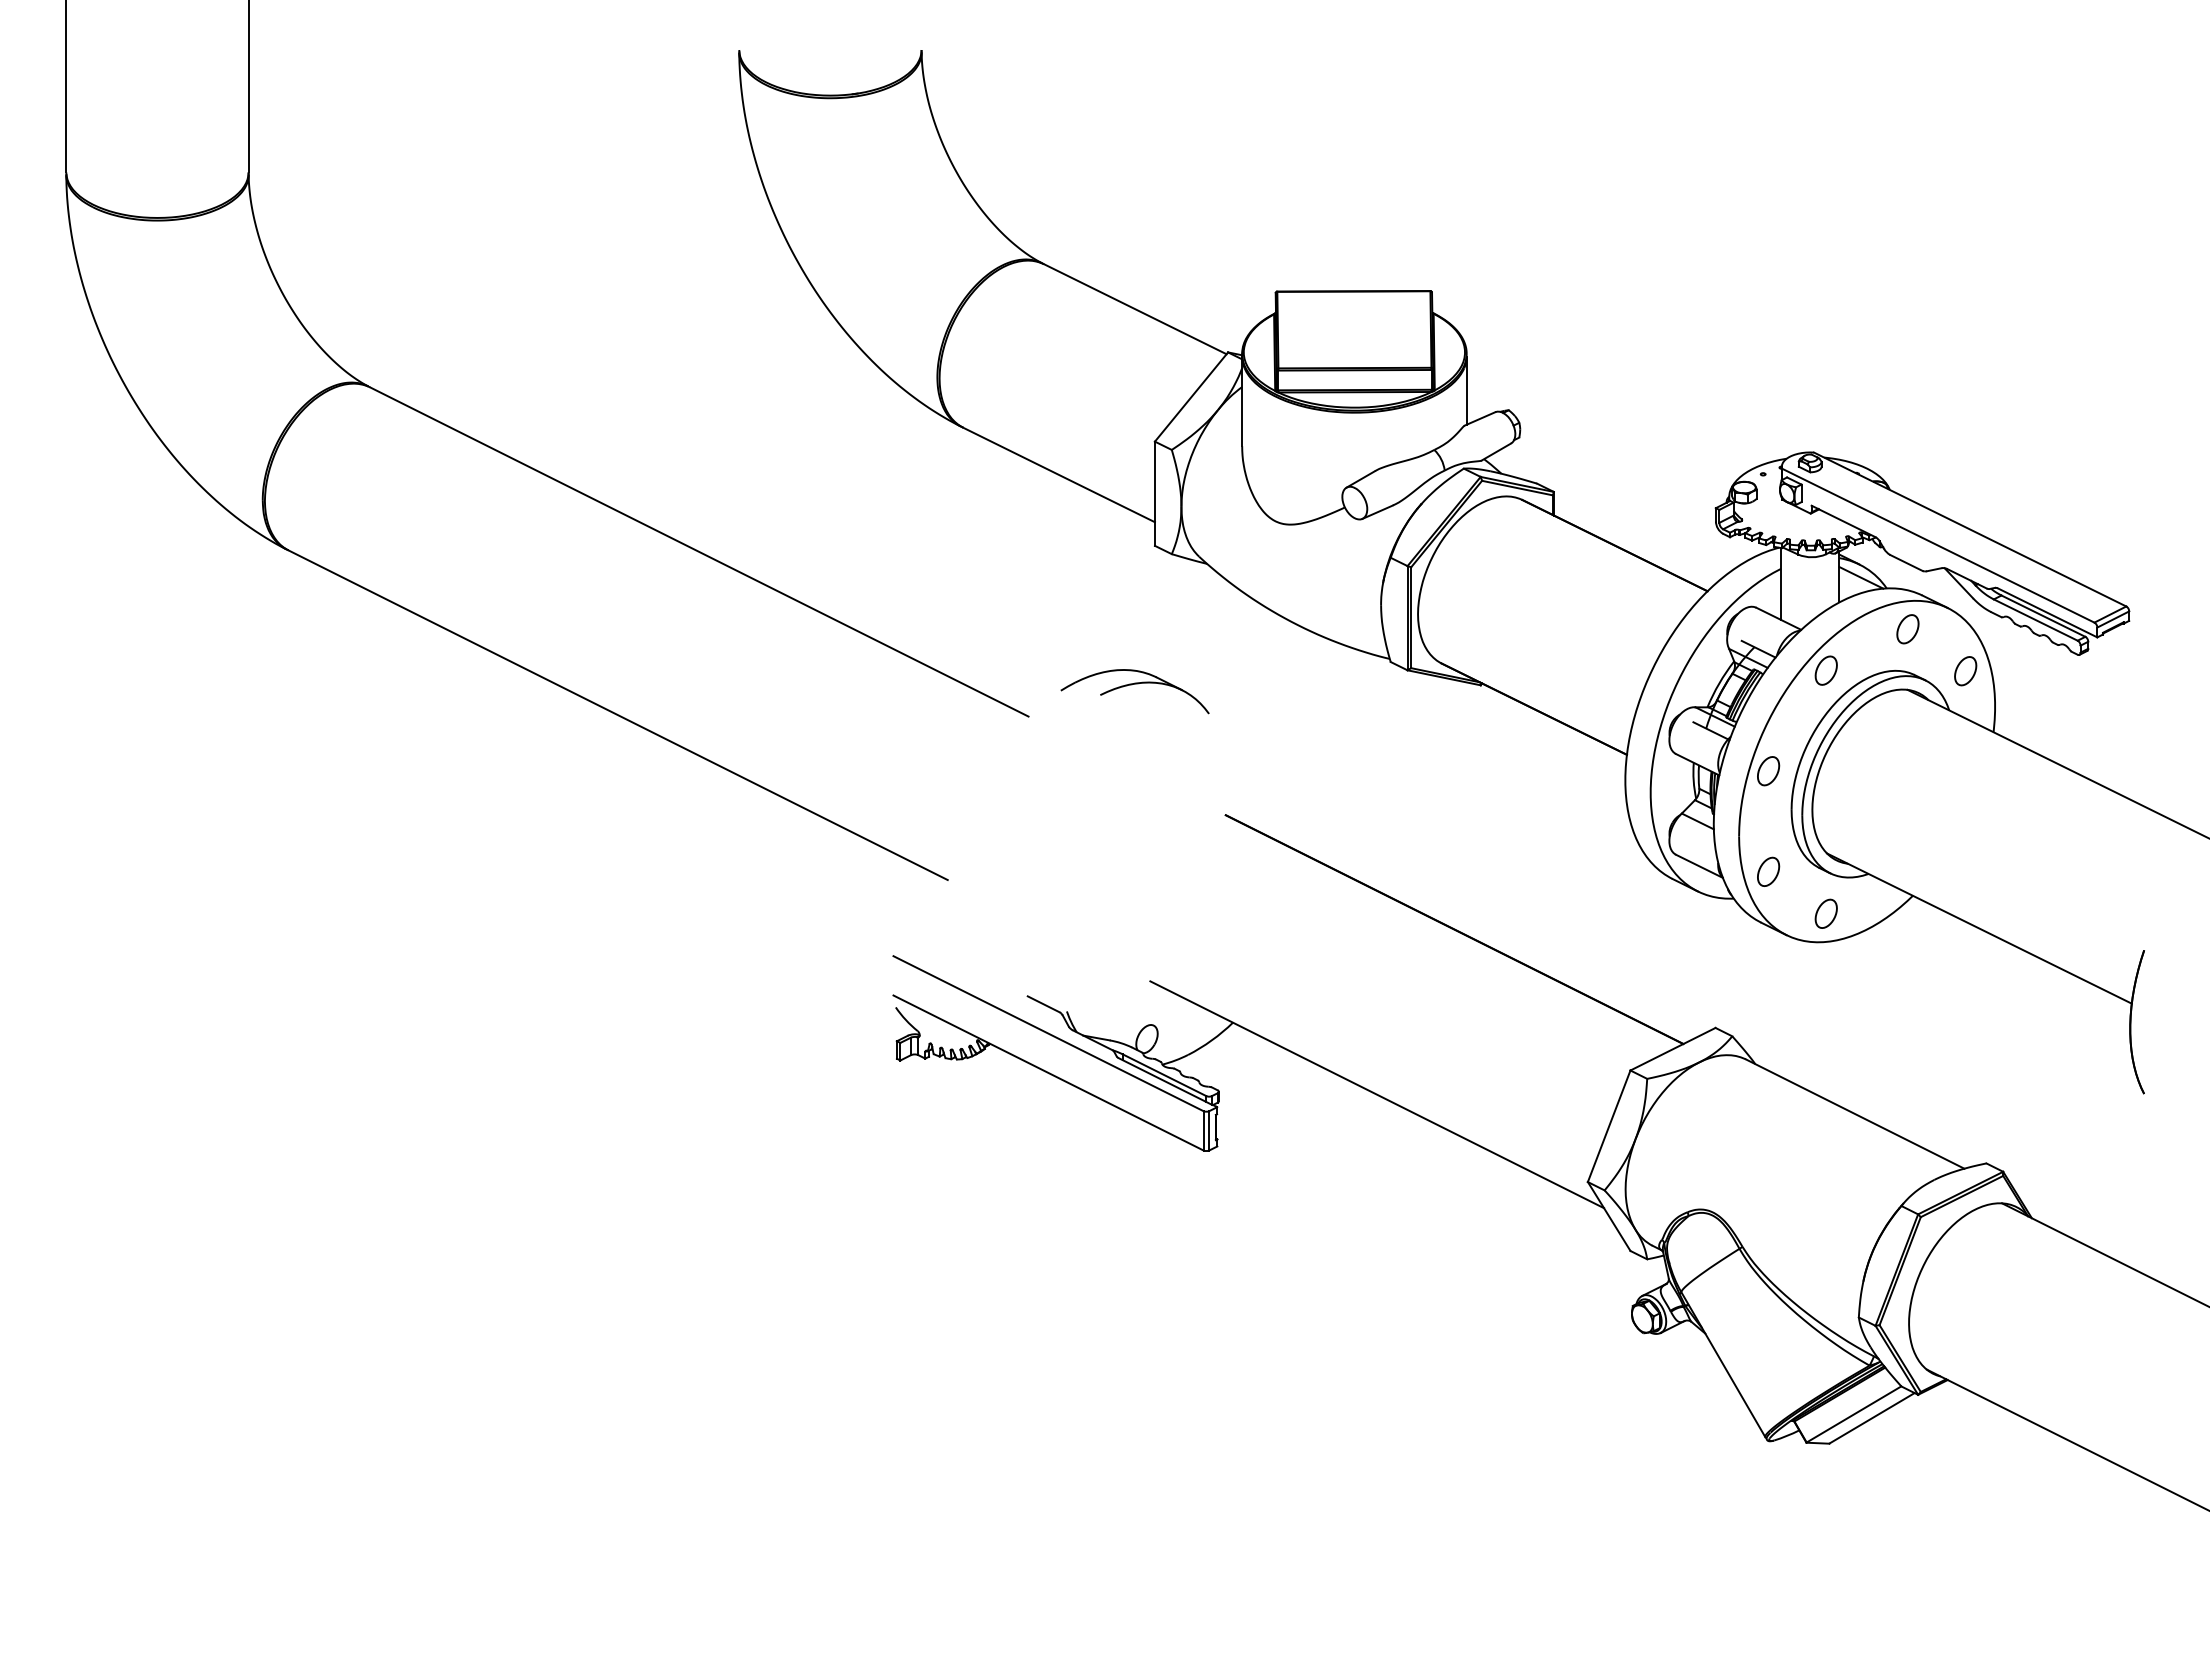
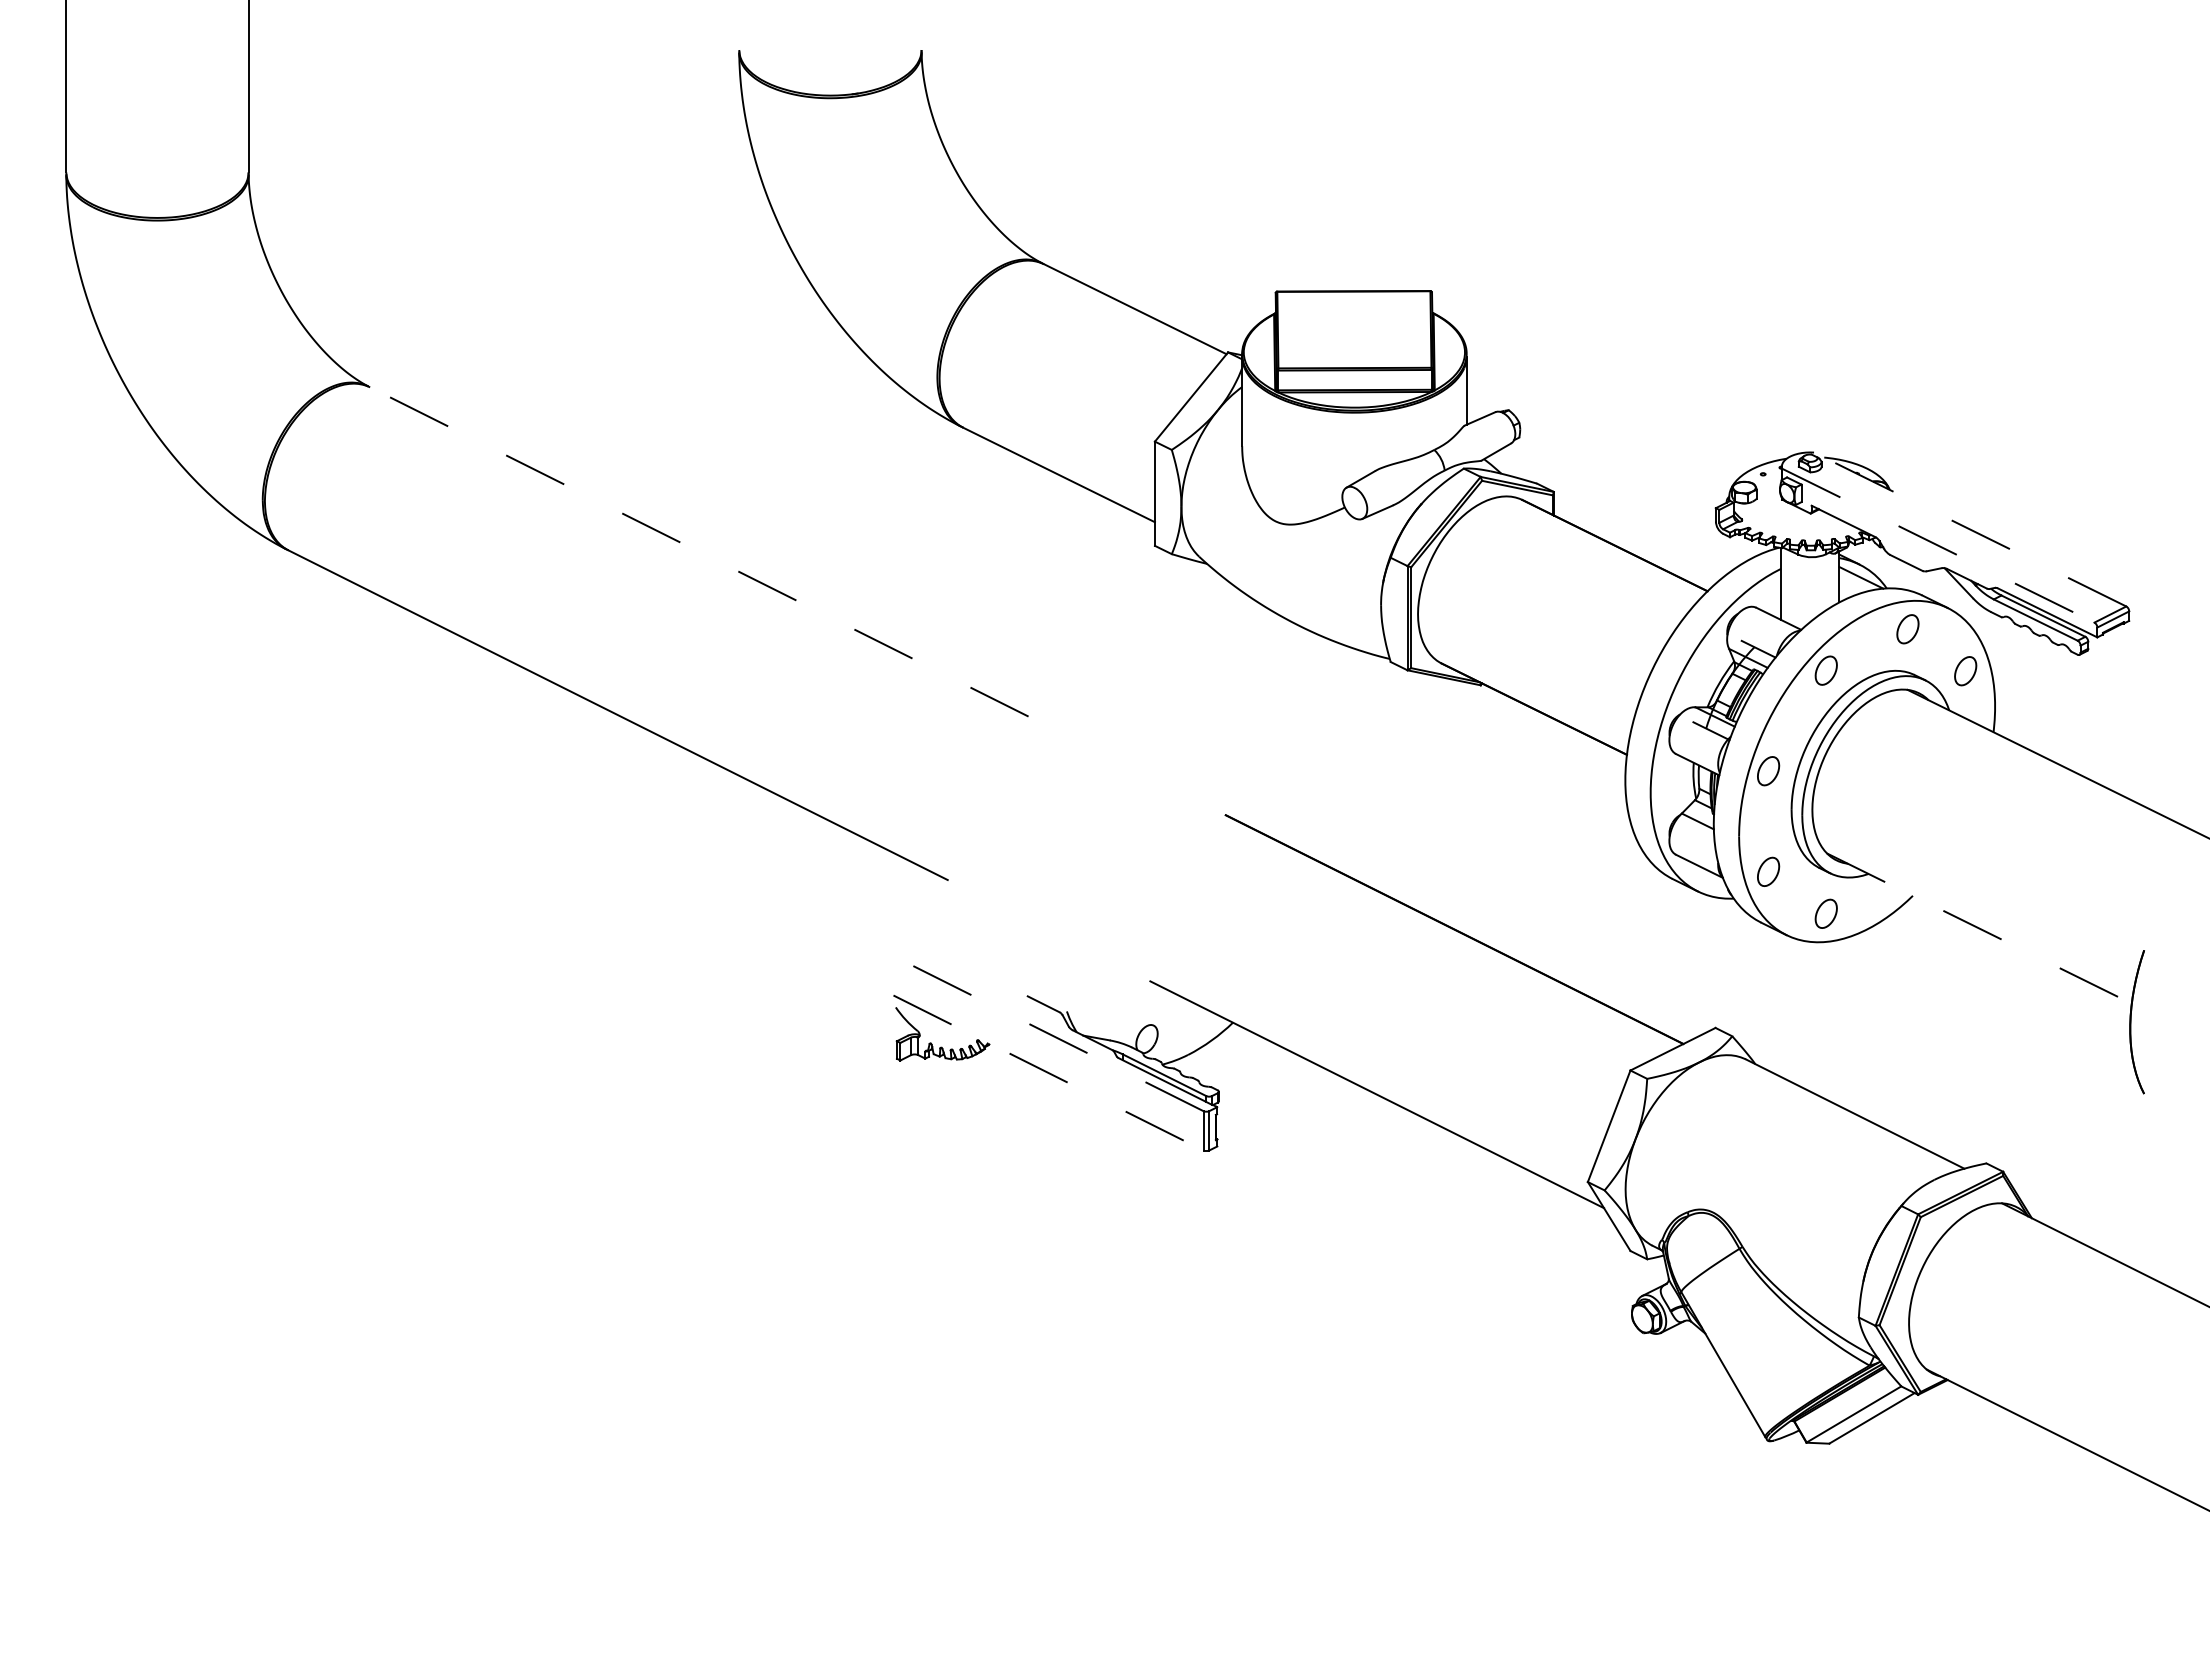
line at (1969, 529): solid -> dashed
line at (1938, 545): solid -> dashed
line at (698, 551): solid -> dashed
part at (1132, 685): present -> none
line at (1979, 928): solid -> dashed
line at (1048, 1033): solid -> dashed
line at (1048, 1073): solid -> dashed
